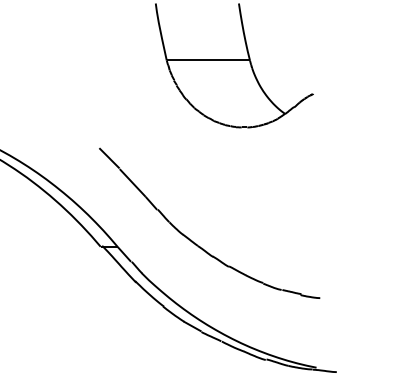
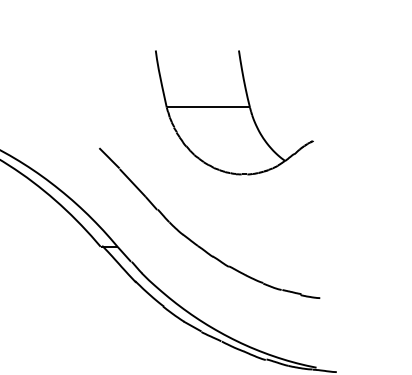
part at (234, 65) position: (234, 65) -> (234, 112)
